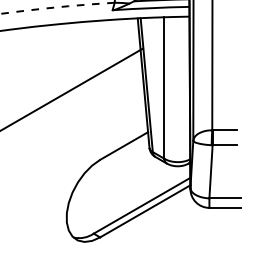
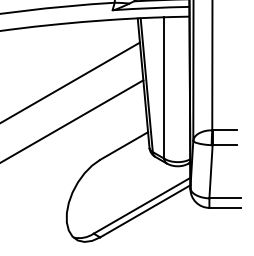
arc at (57, 7): dashed -> solid
line at (72, 88) position: (72, 88) -> (70, 82)
line at (72, 120): none -> present
